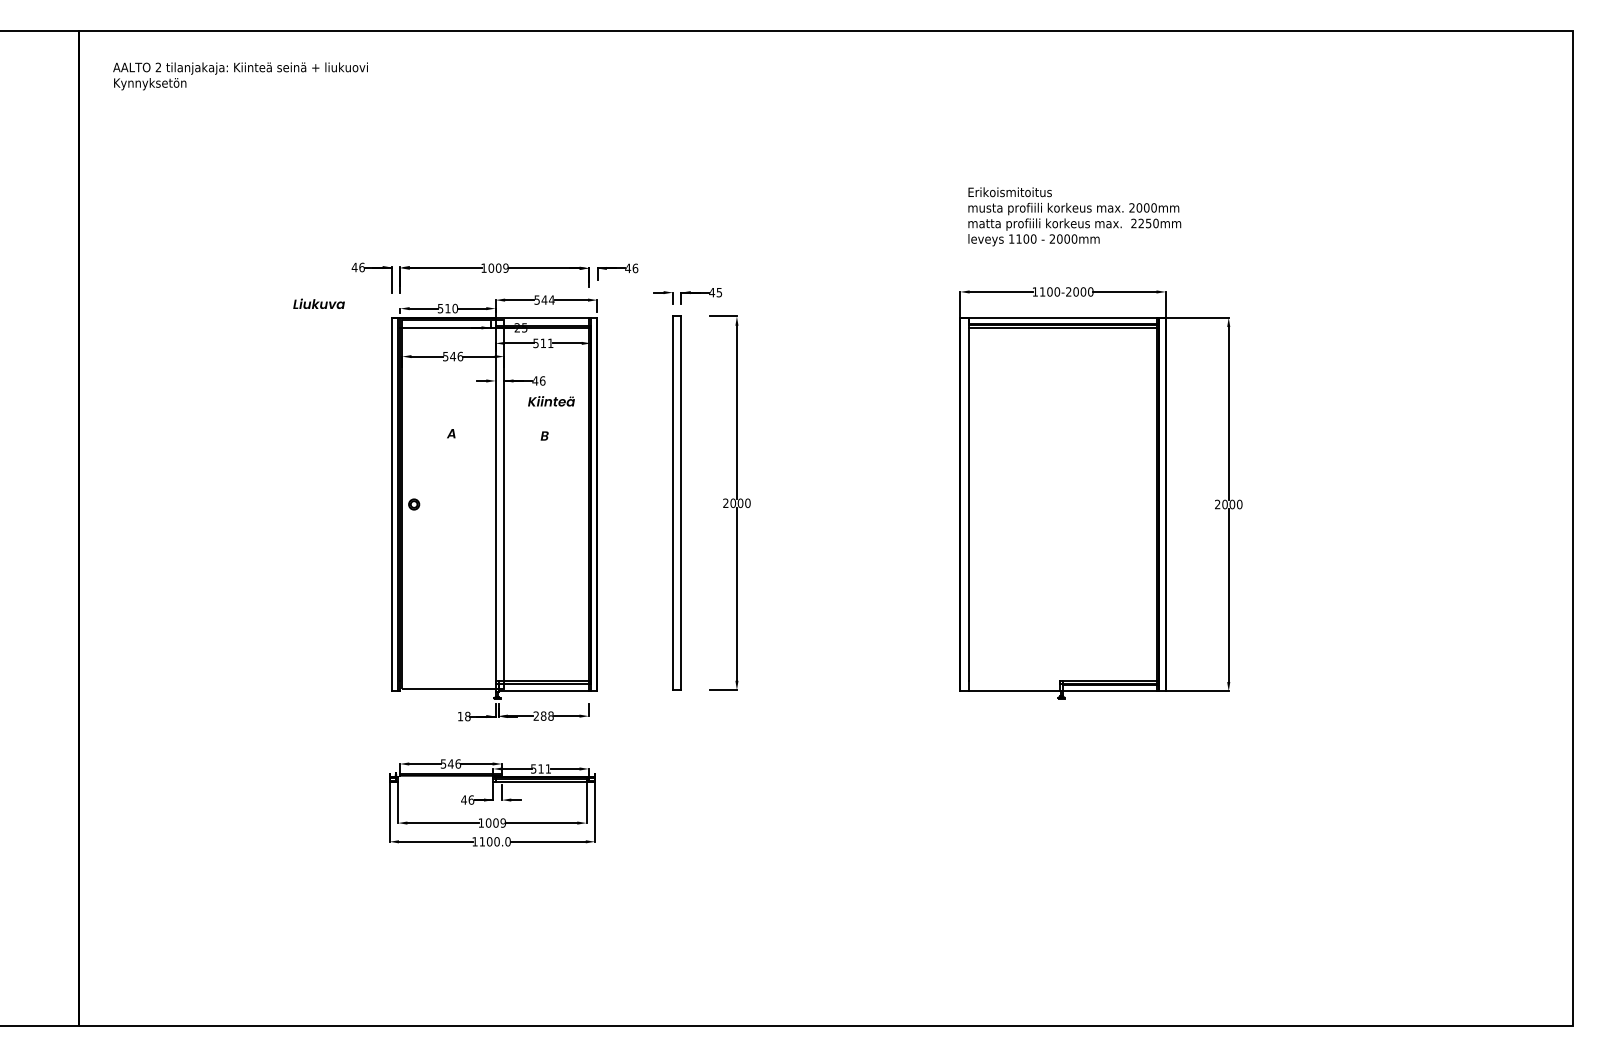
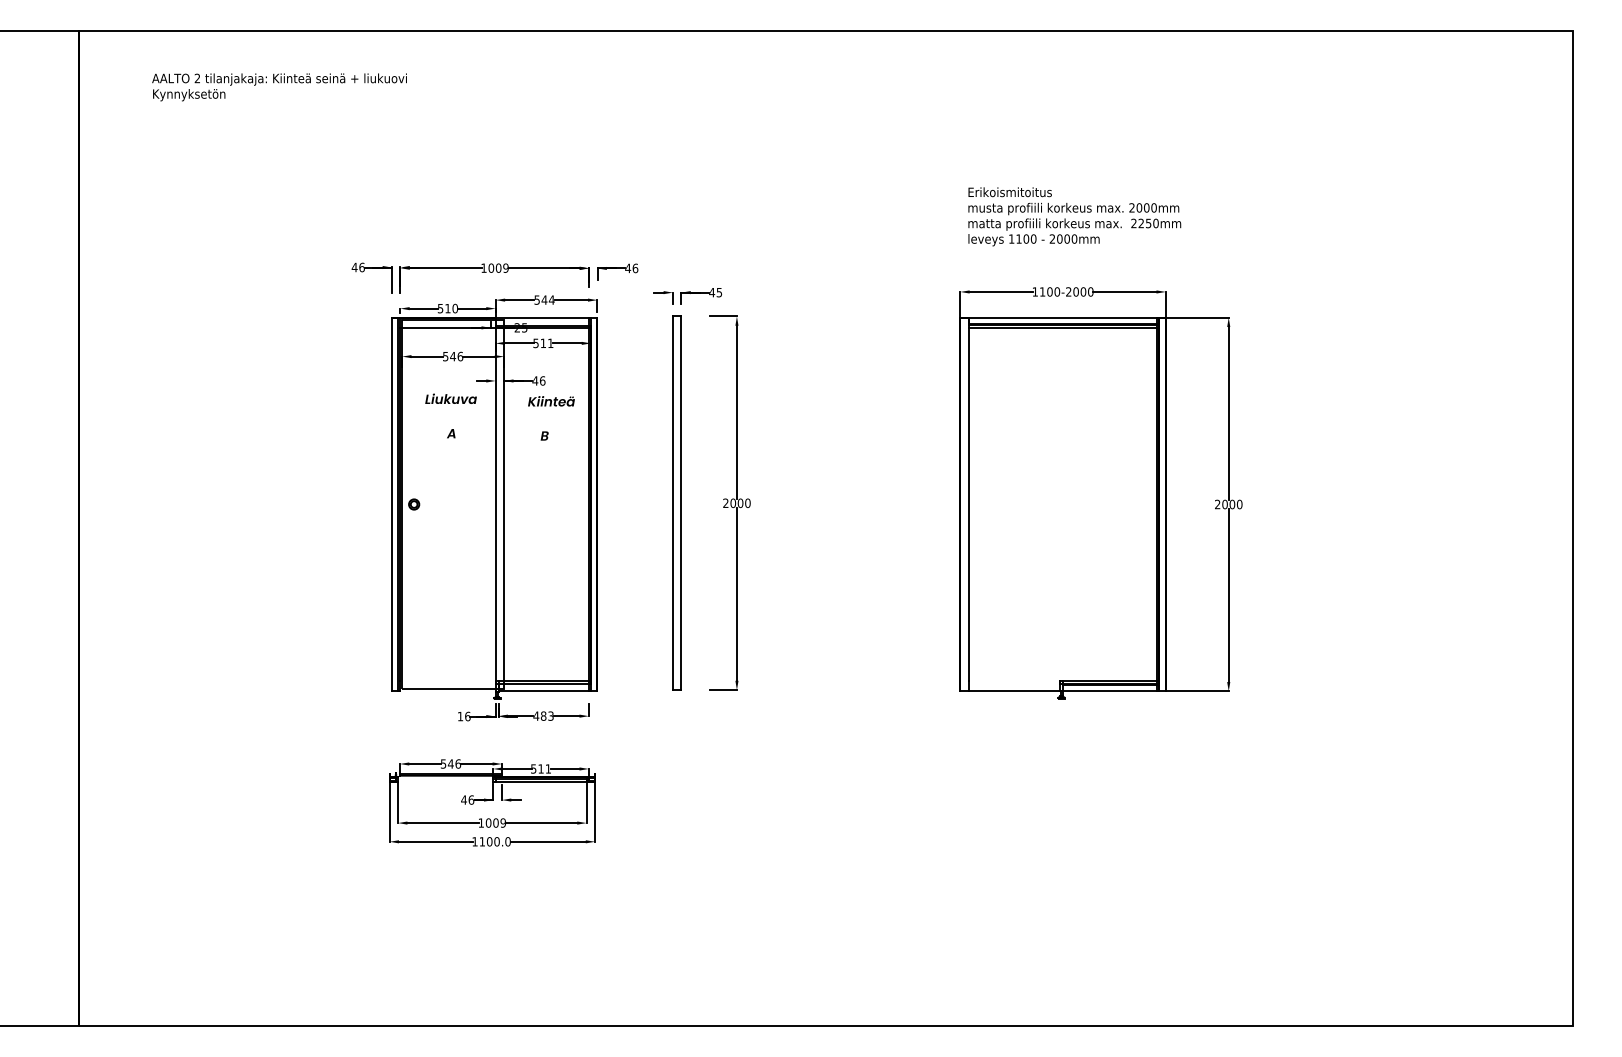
text at (240, 76) position: (240, 76) -> (279, 87)
text at (318, 303) position: (318, 303) -> (450, 398)
text at (543, 715): 288 -> 483
text at (467, 716): 18 -> 16
